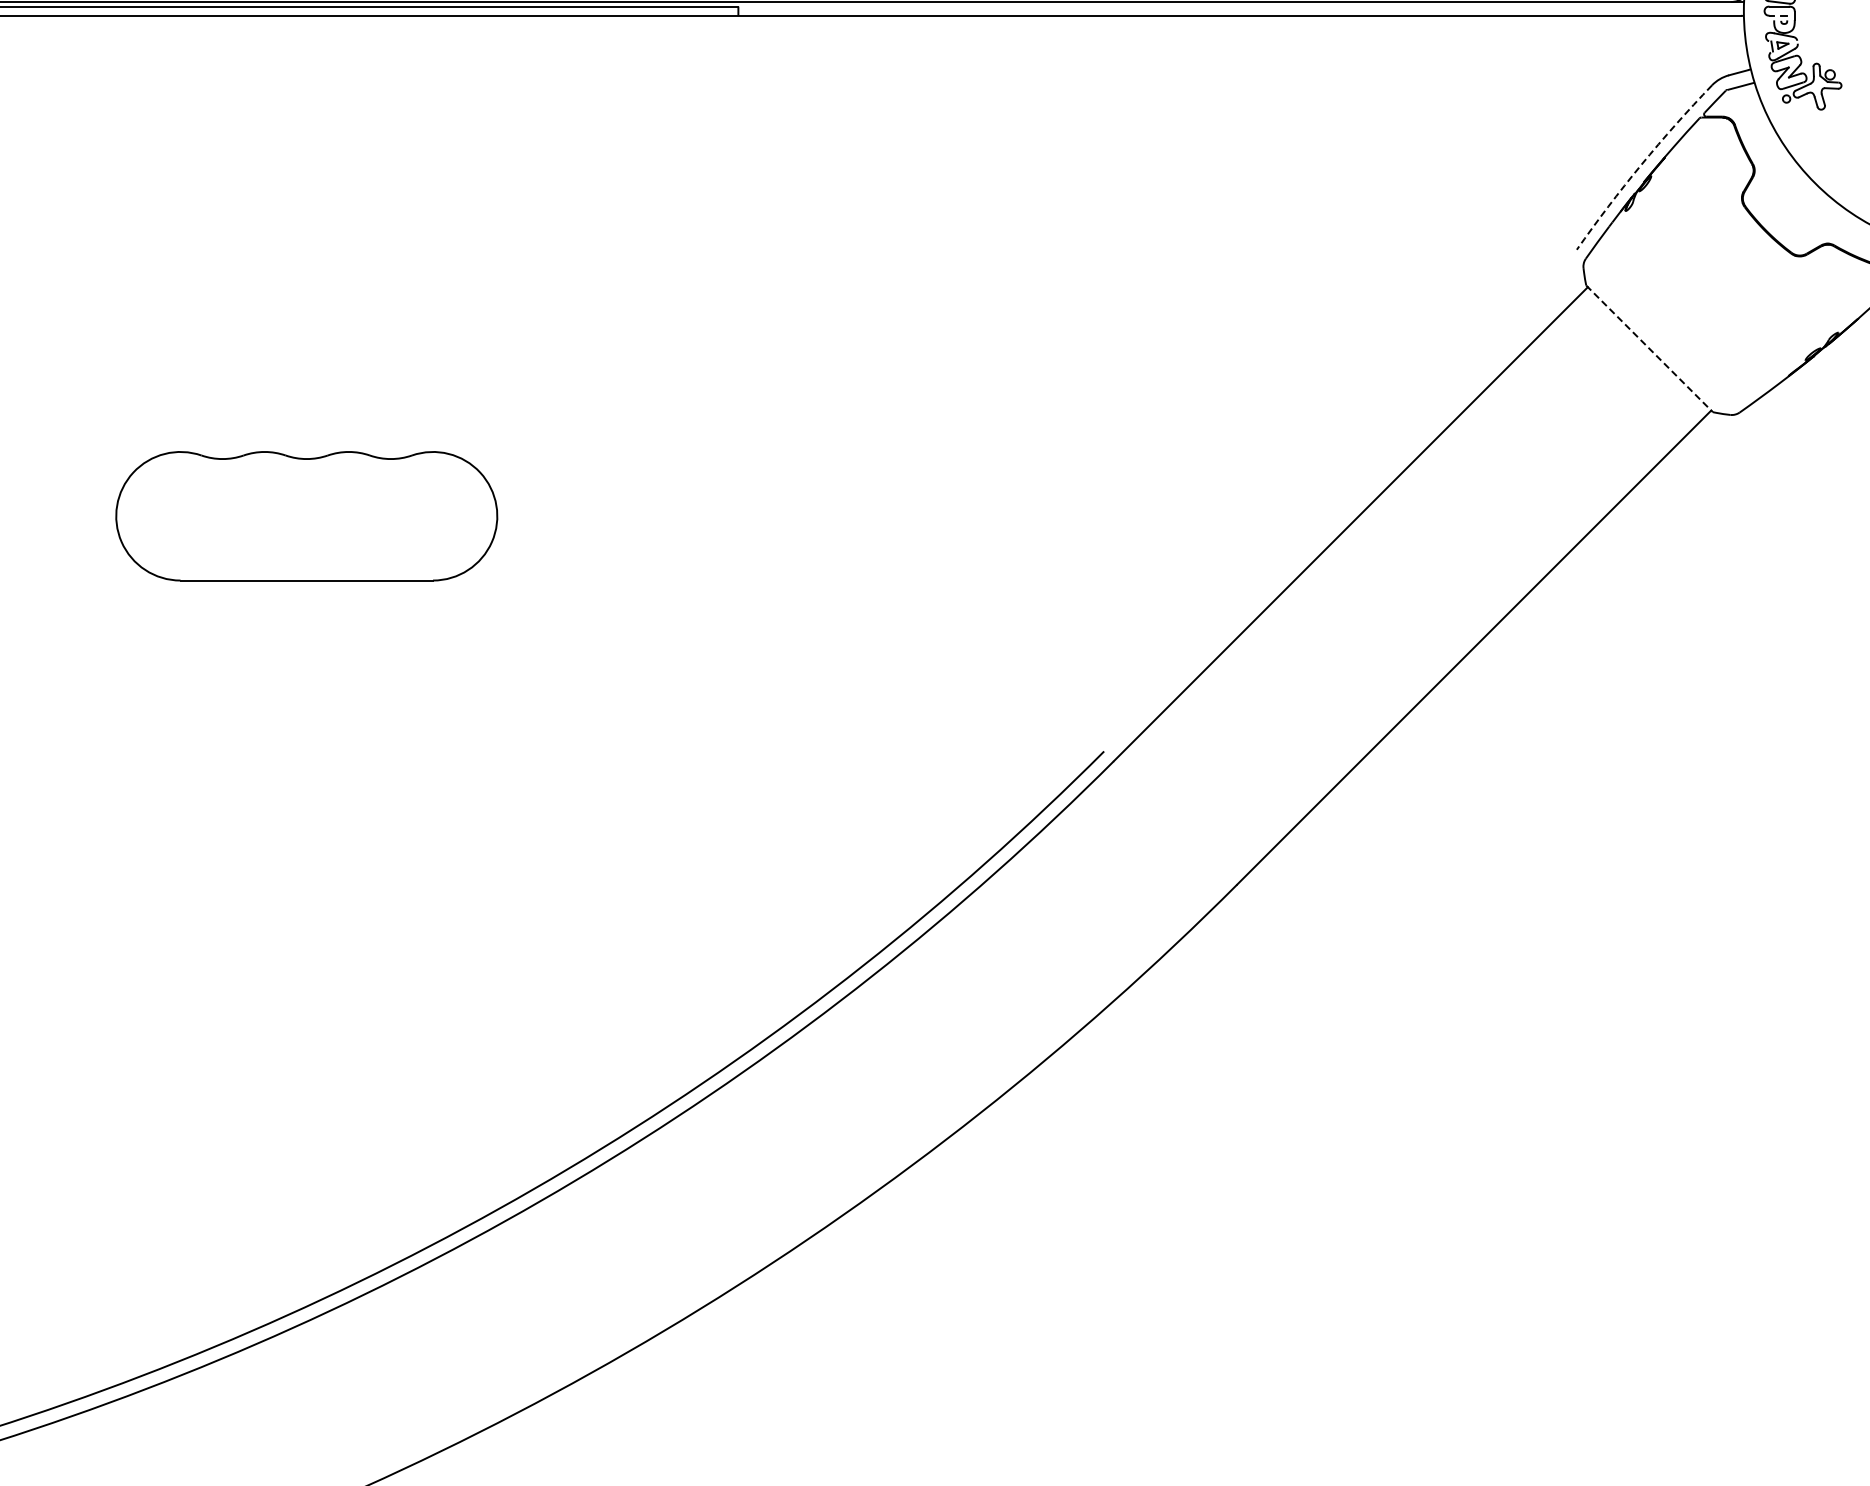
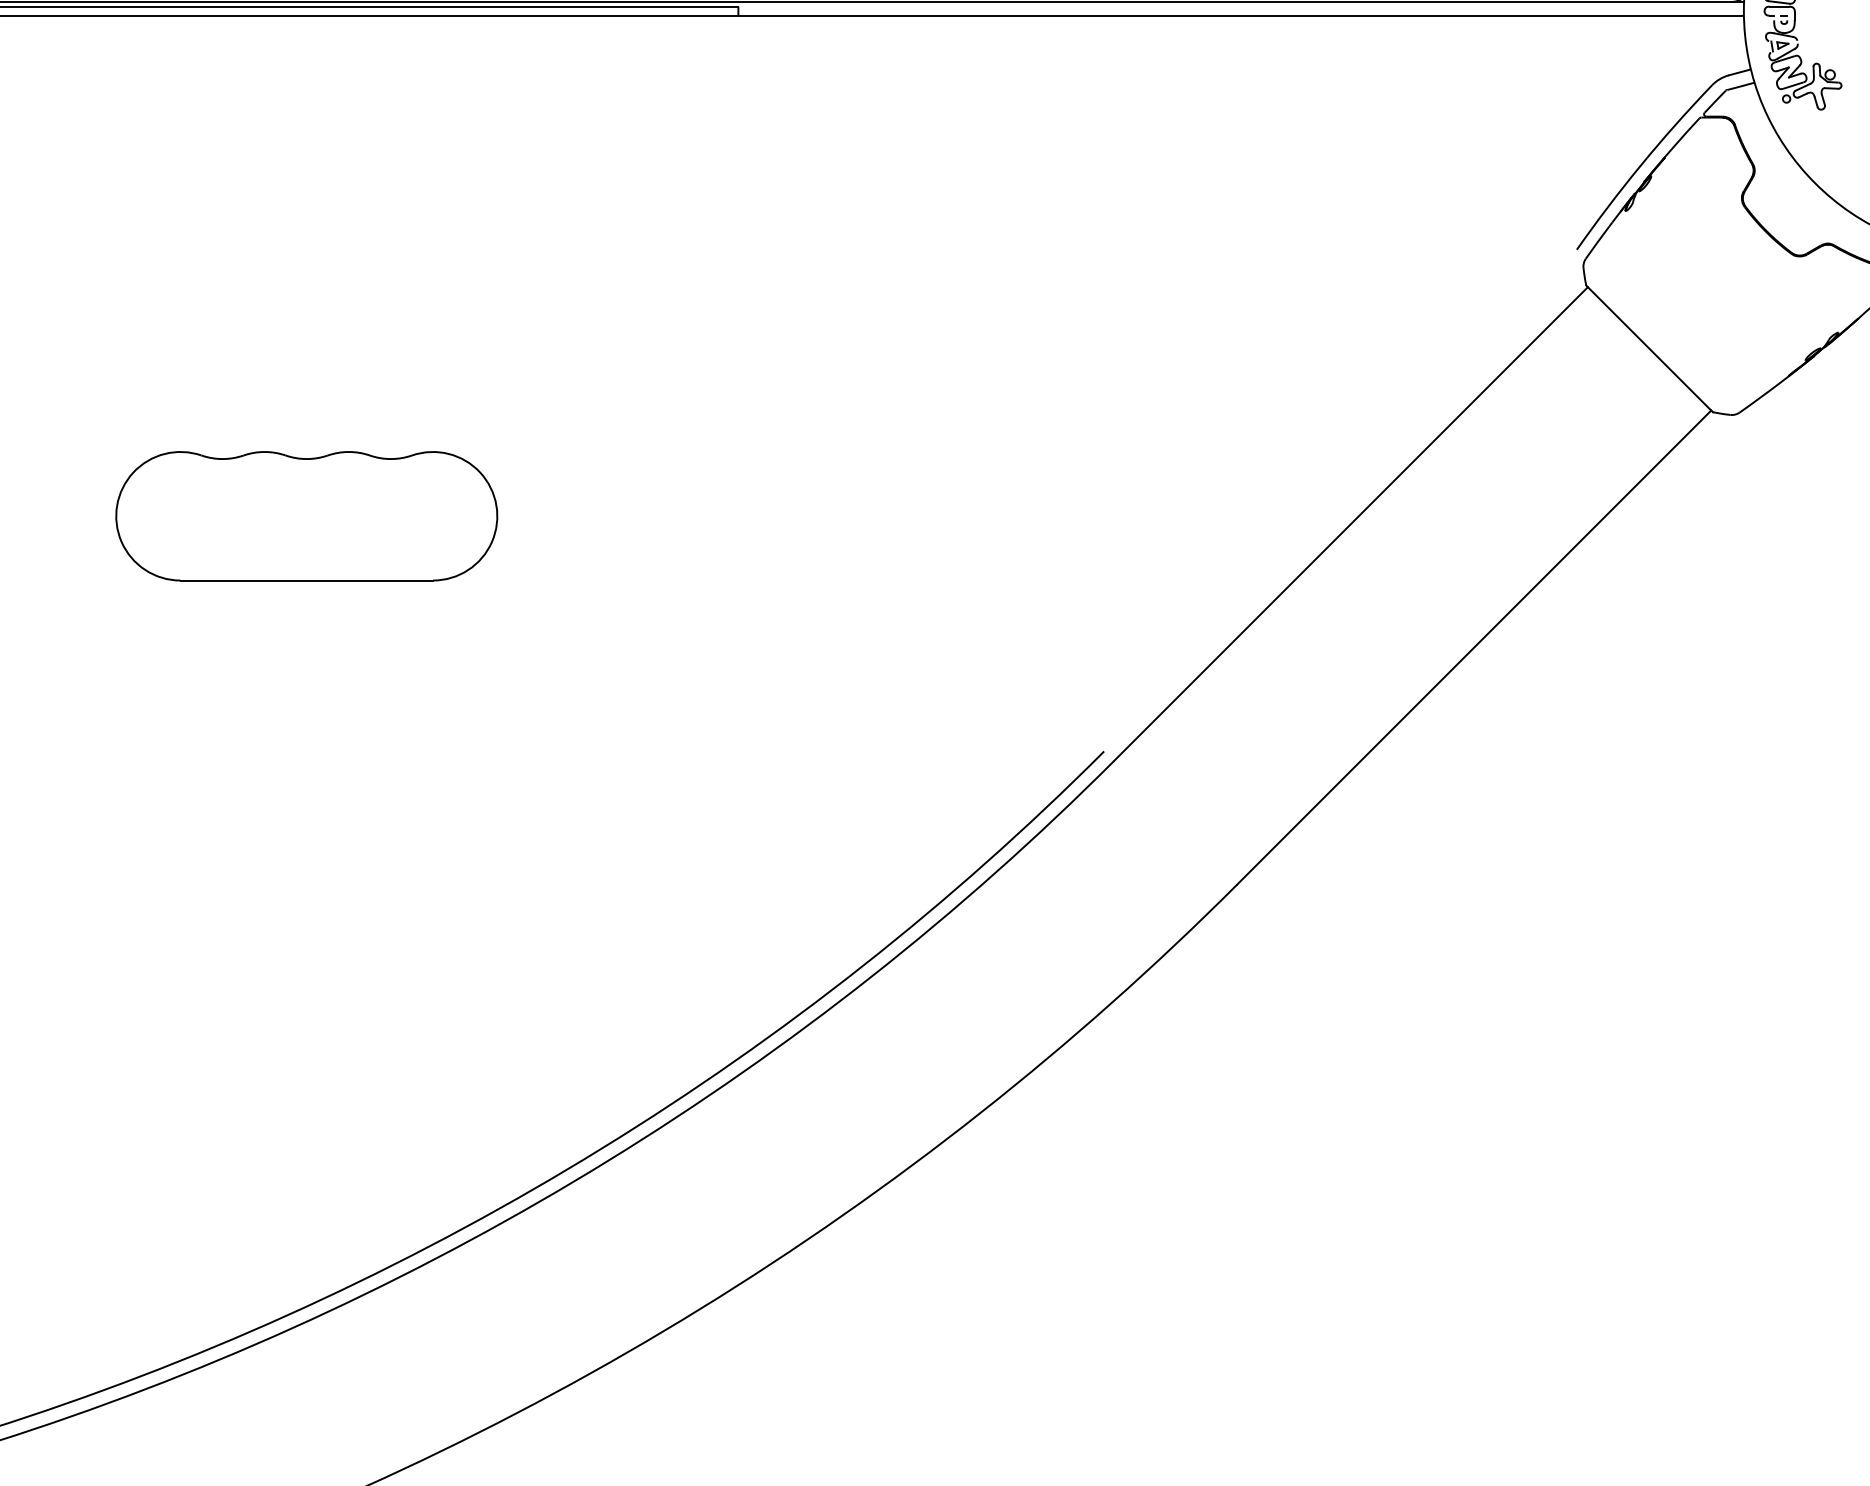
arc at (1641, 164): dashed -> solid
line at (1649, 348): dashed -> solid
